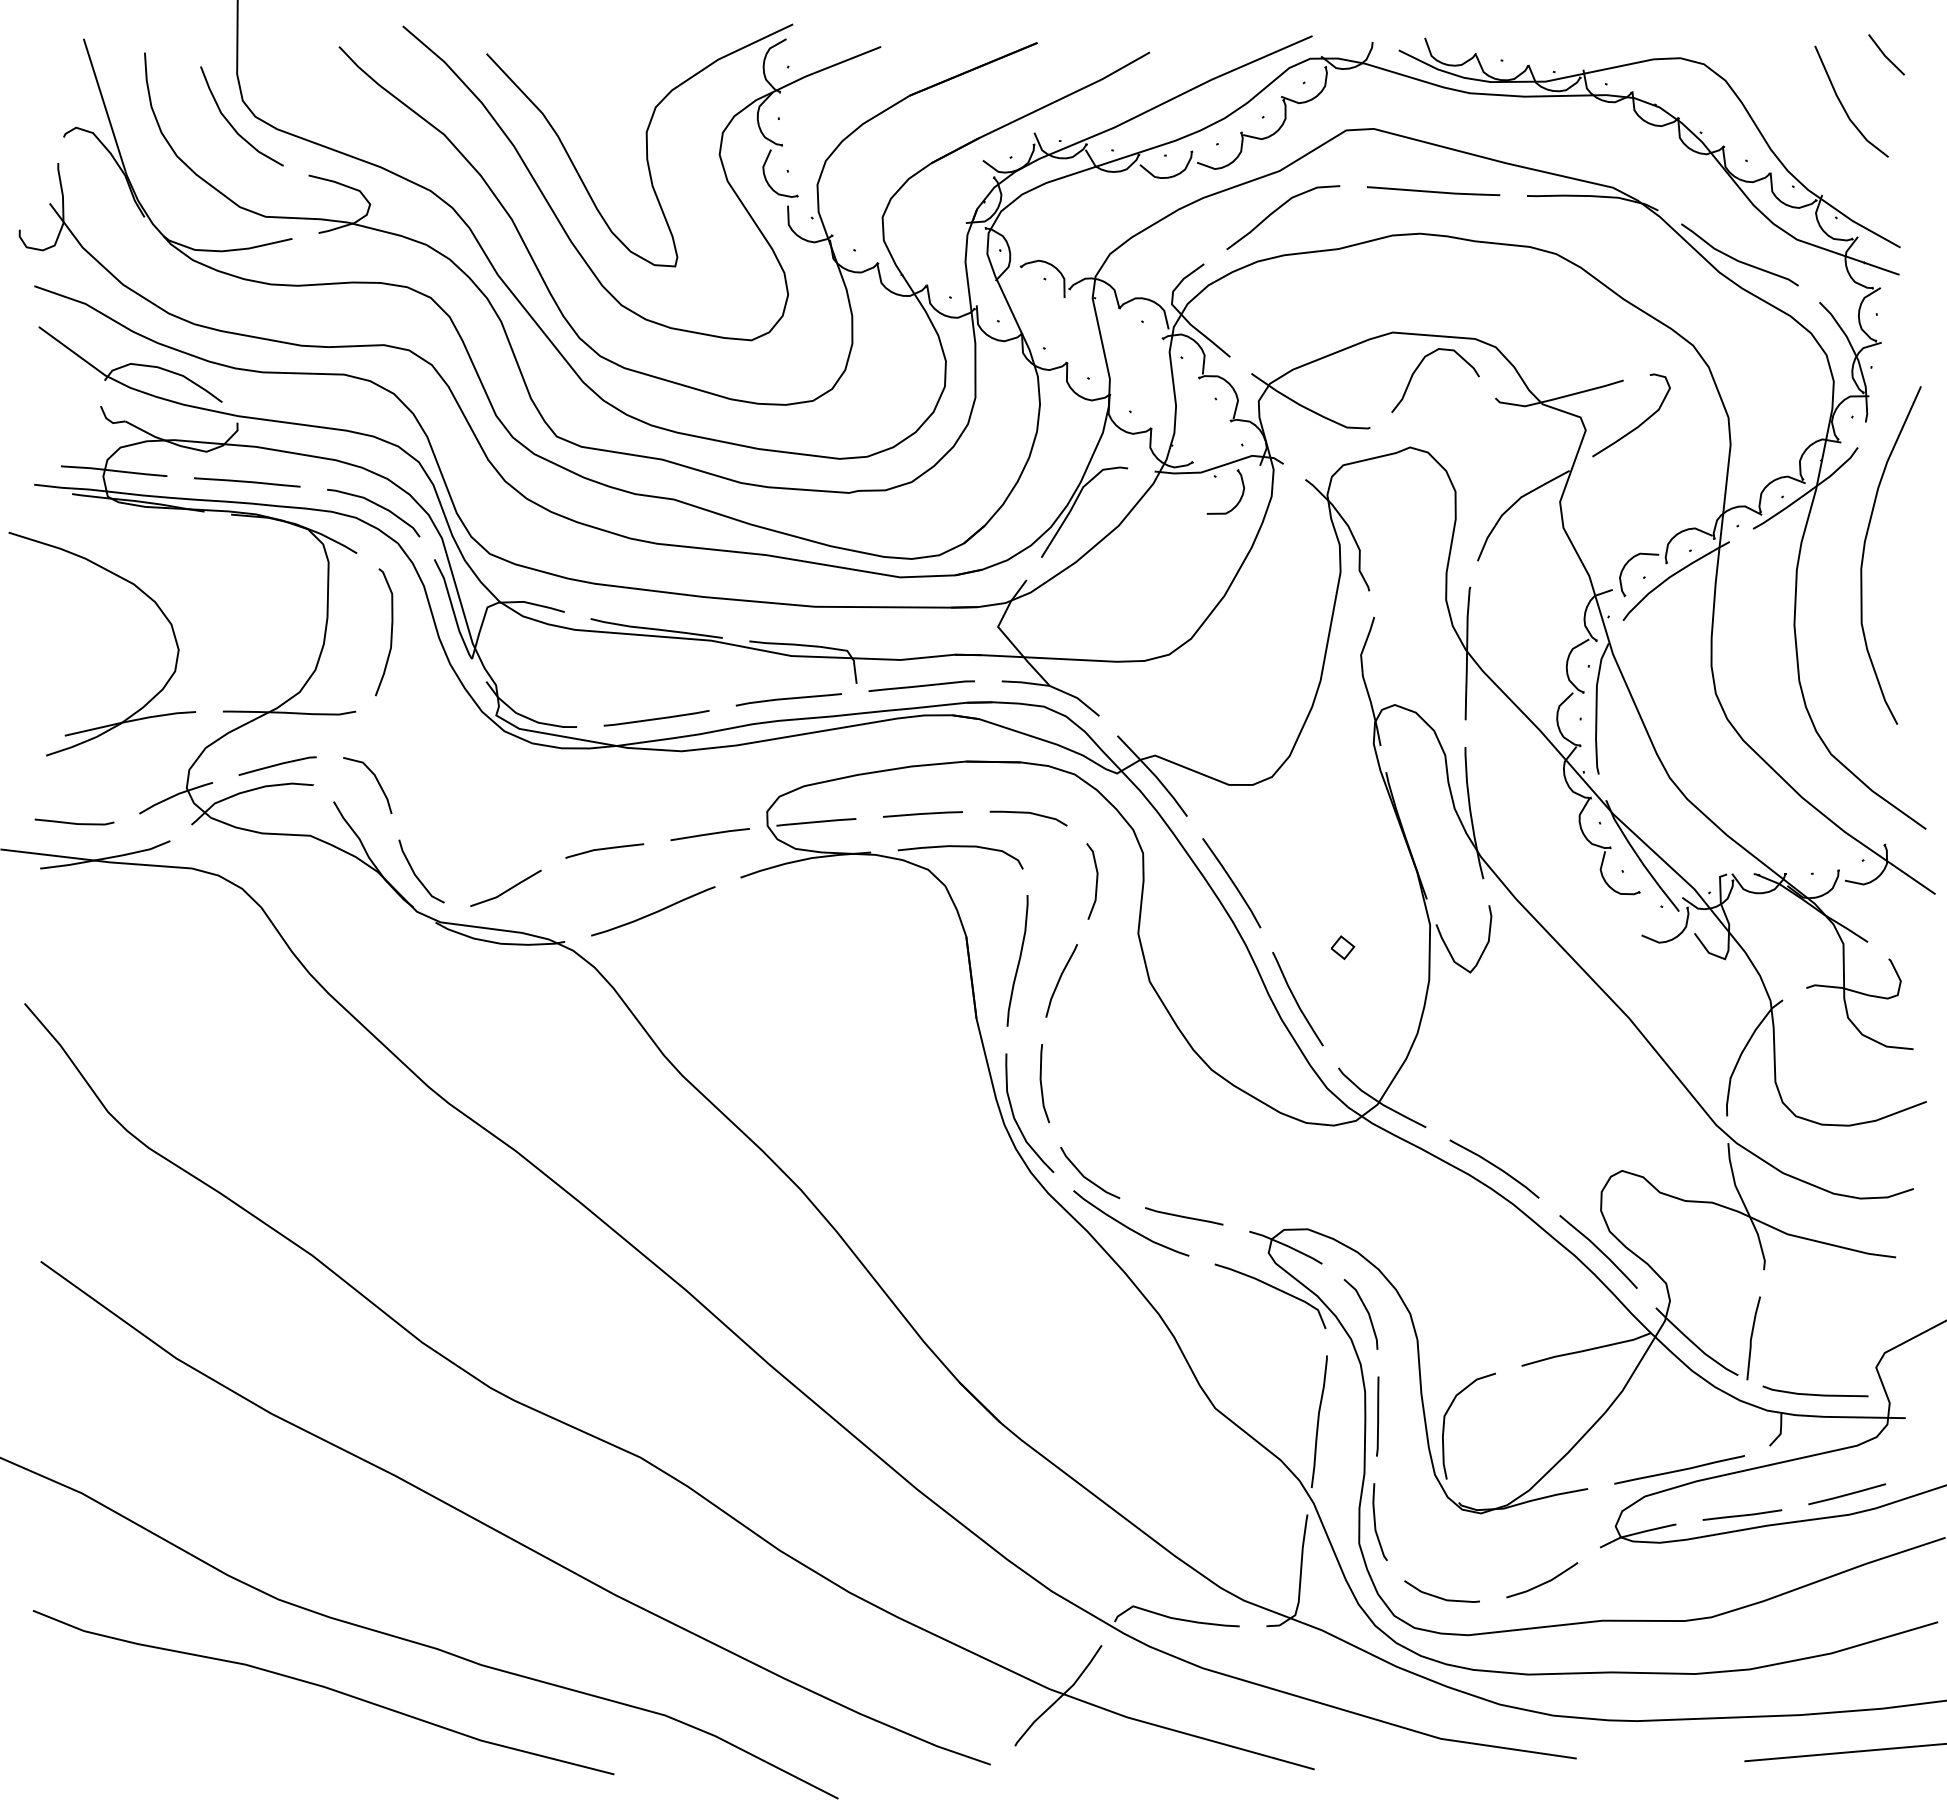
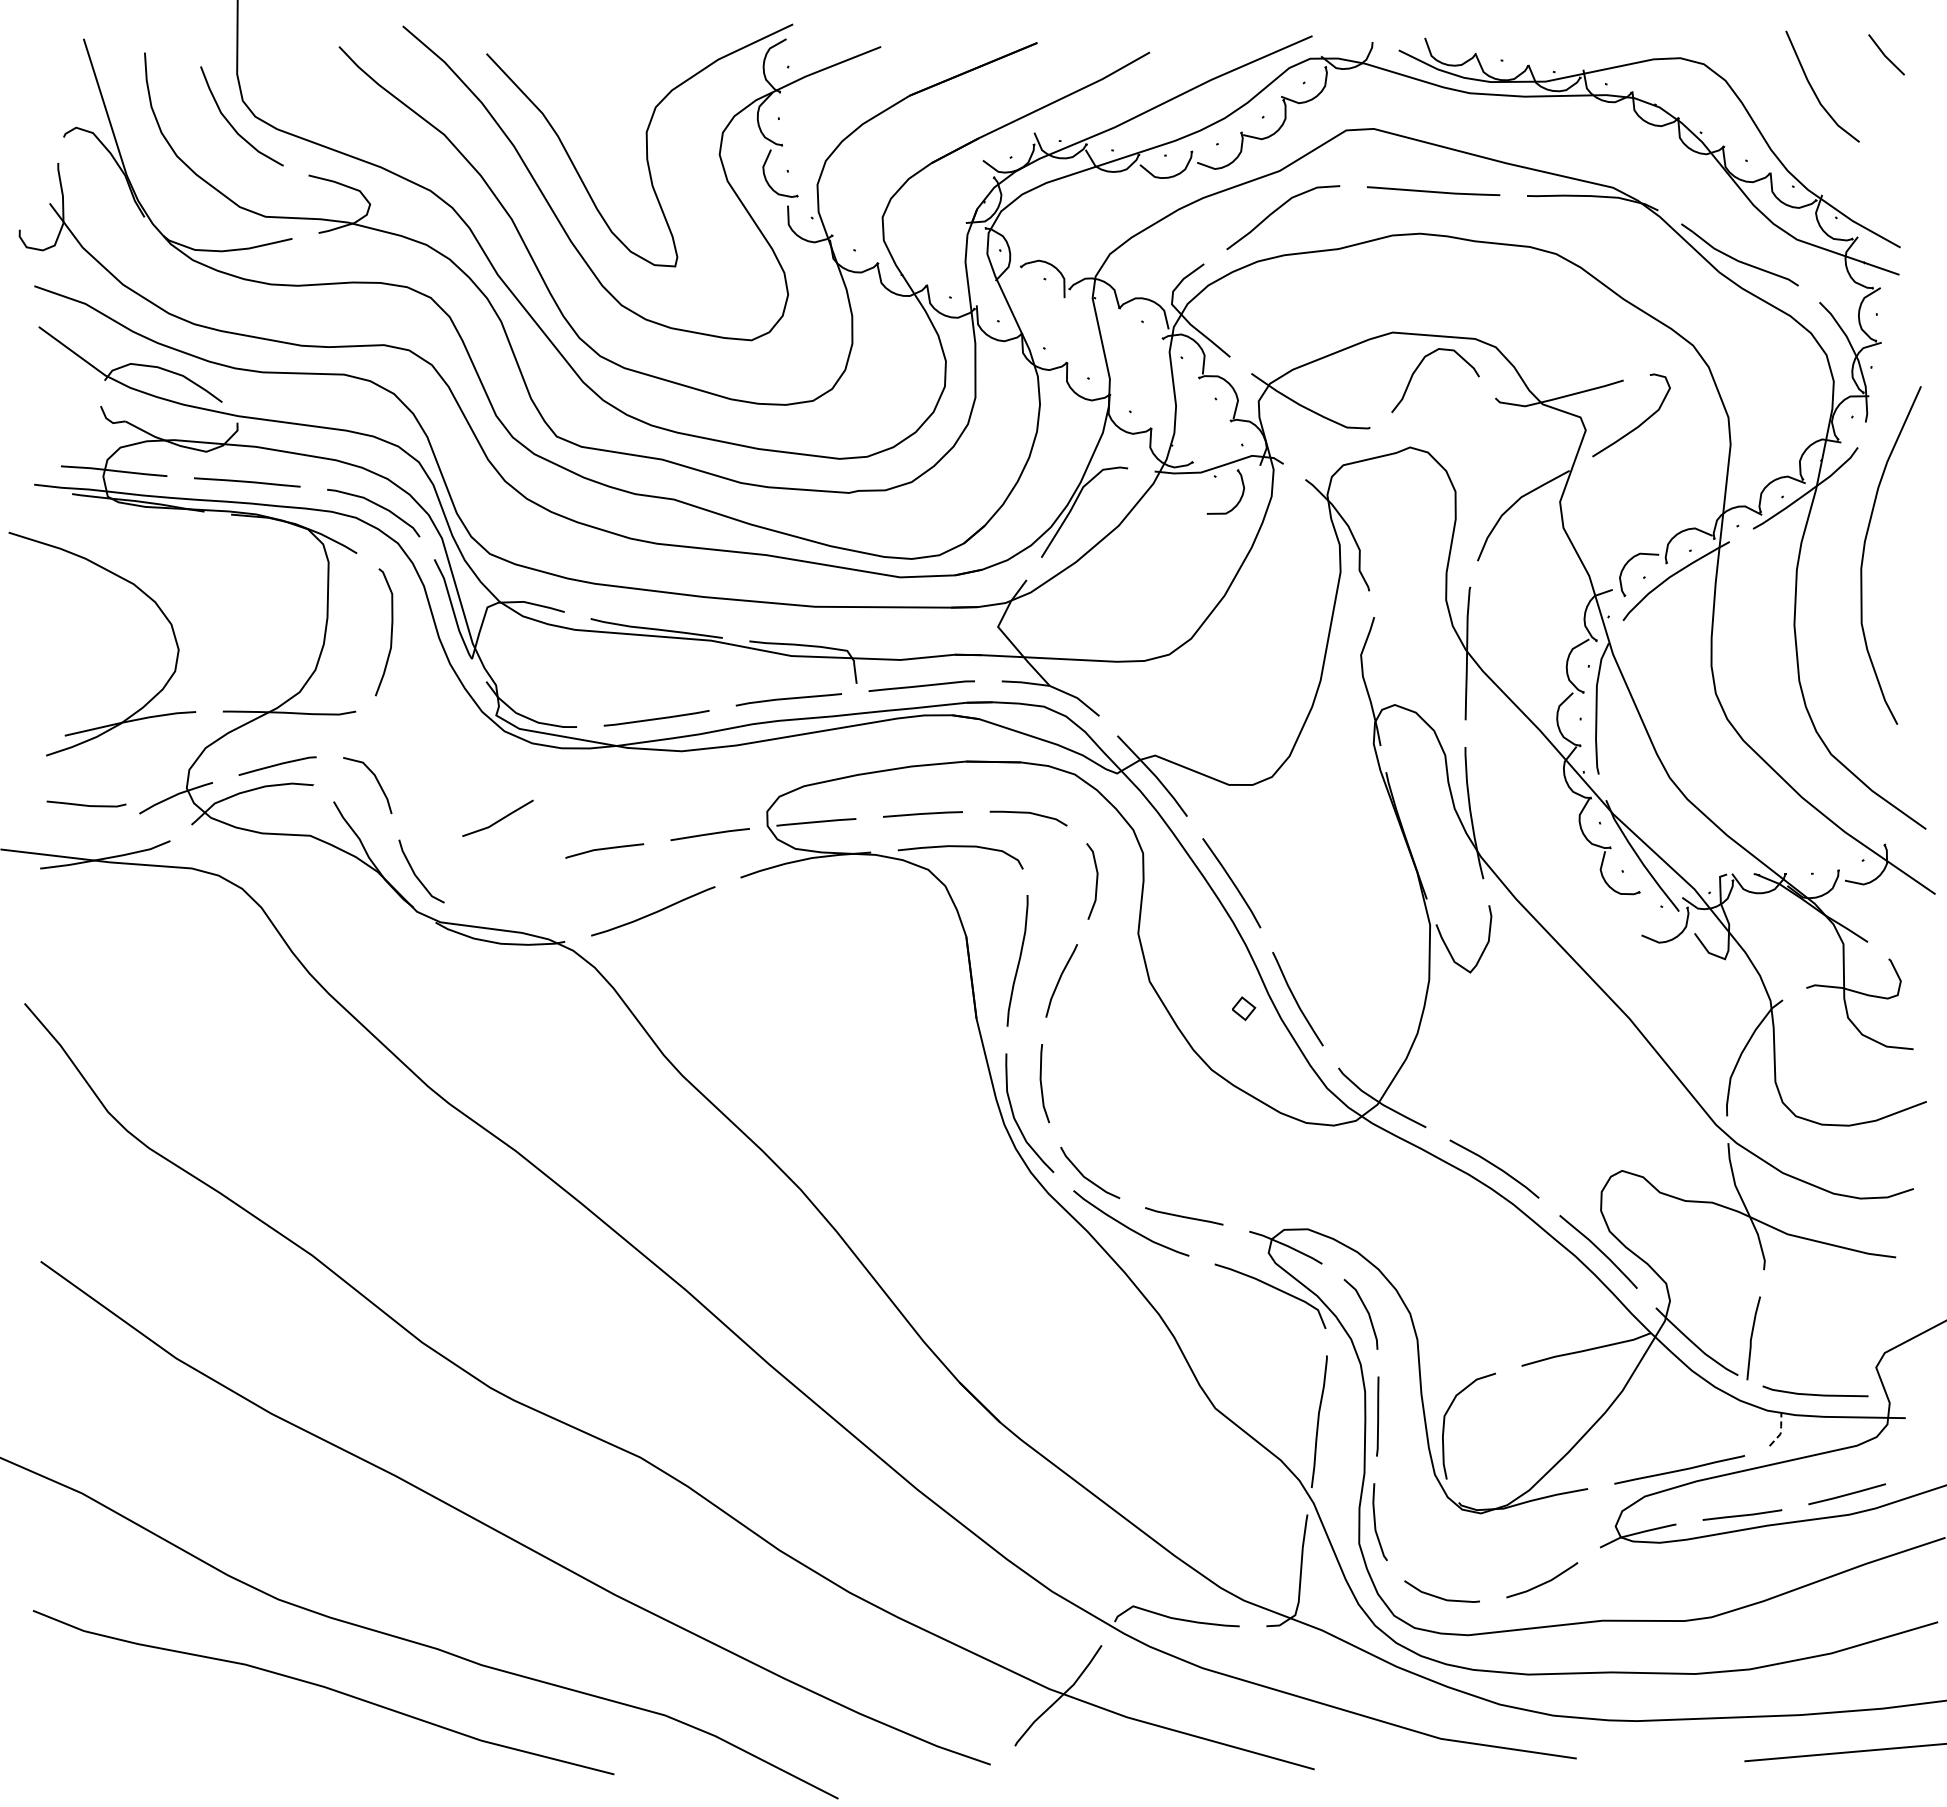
line at (1843, 105) position: (1843, 105) -> (1814, 90)
line at (74, 822) position: (74, 822) -> (86, 804)
line at (507, 889) position: (507, 889) -> (499, 819)
part at (1343, 947) position: (1343, 947) -> (1244, 1008)
line at (1780, 1431): solid -> dashed
